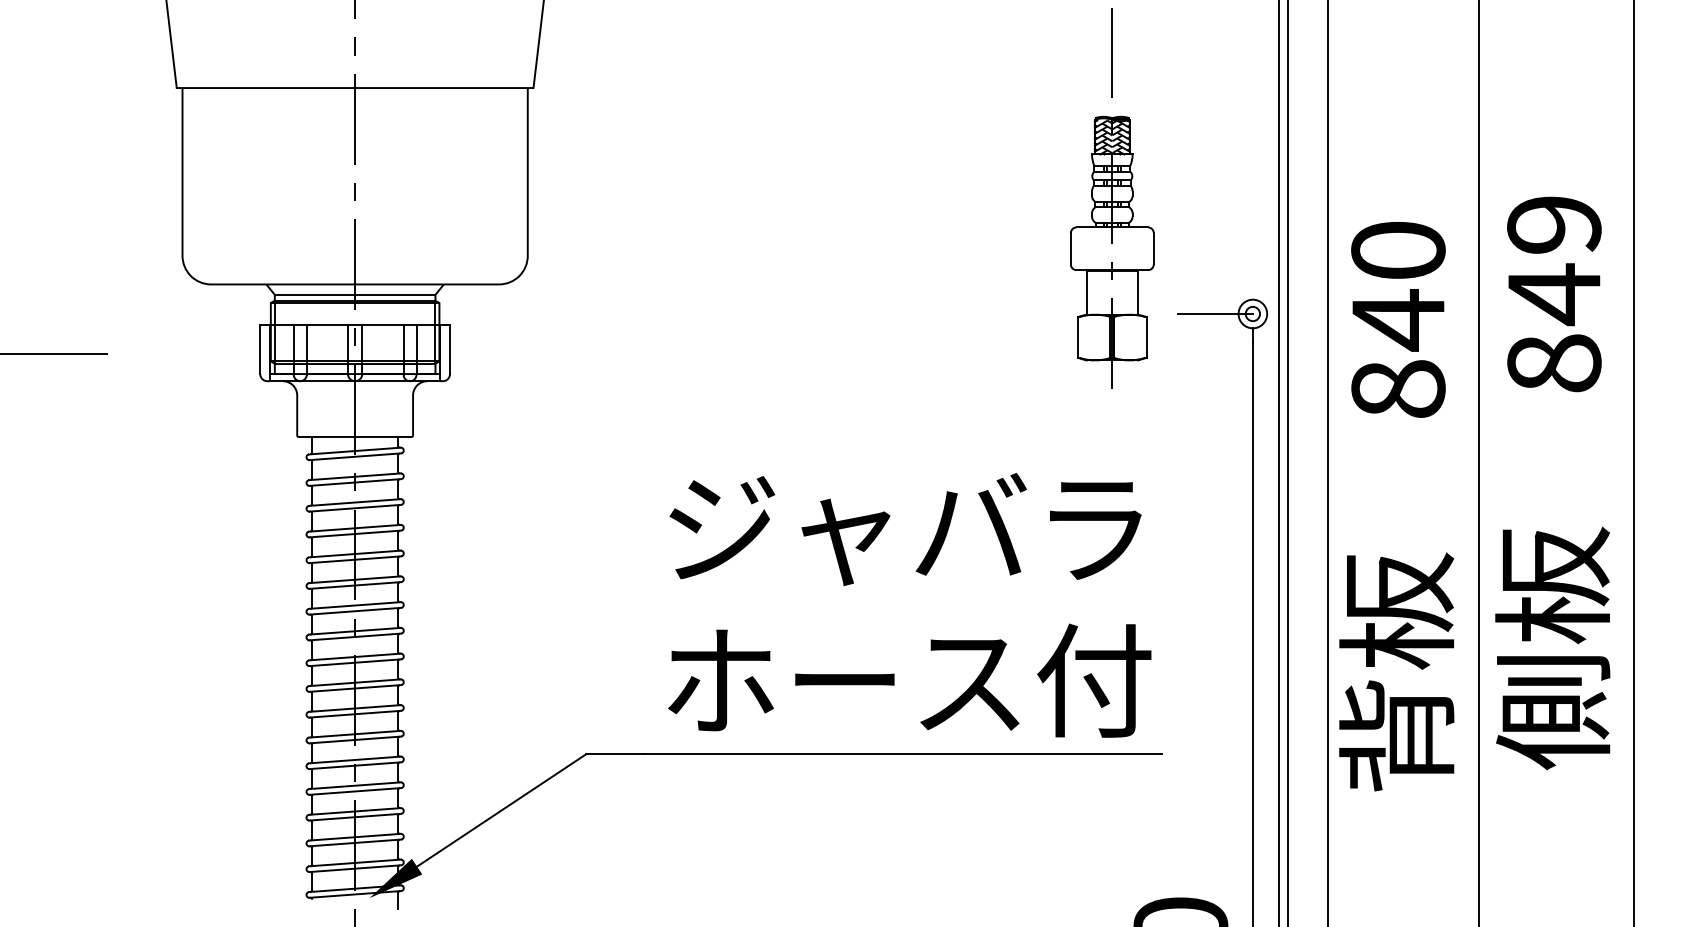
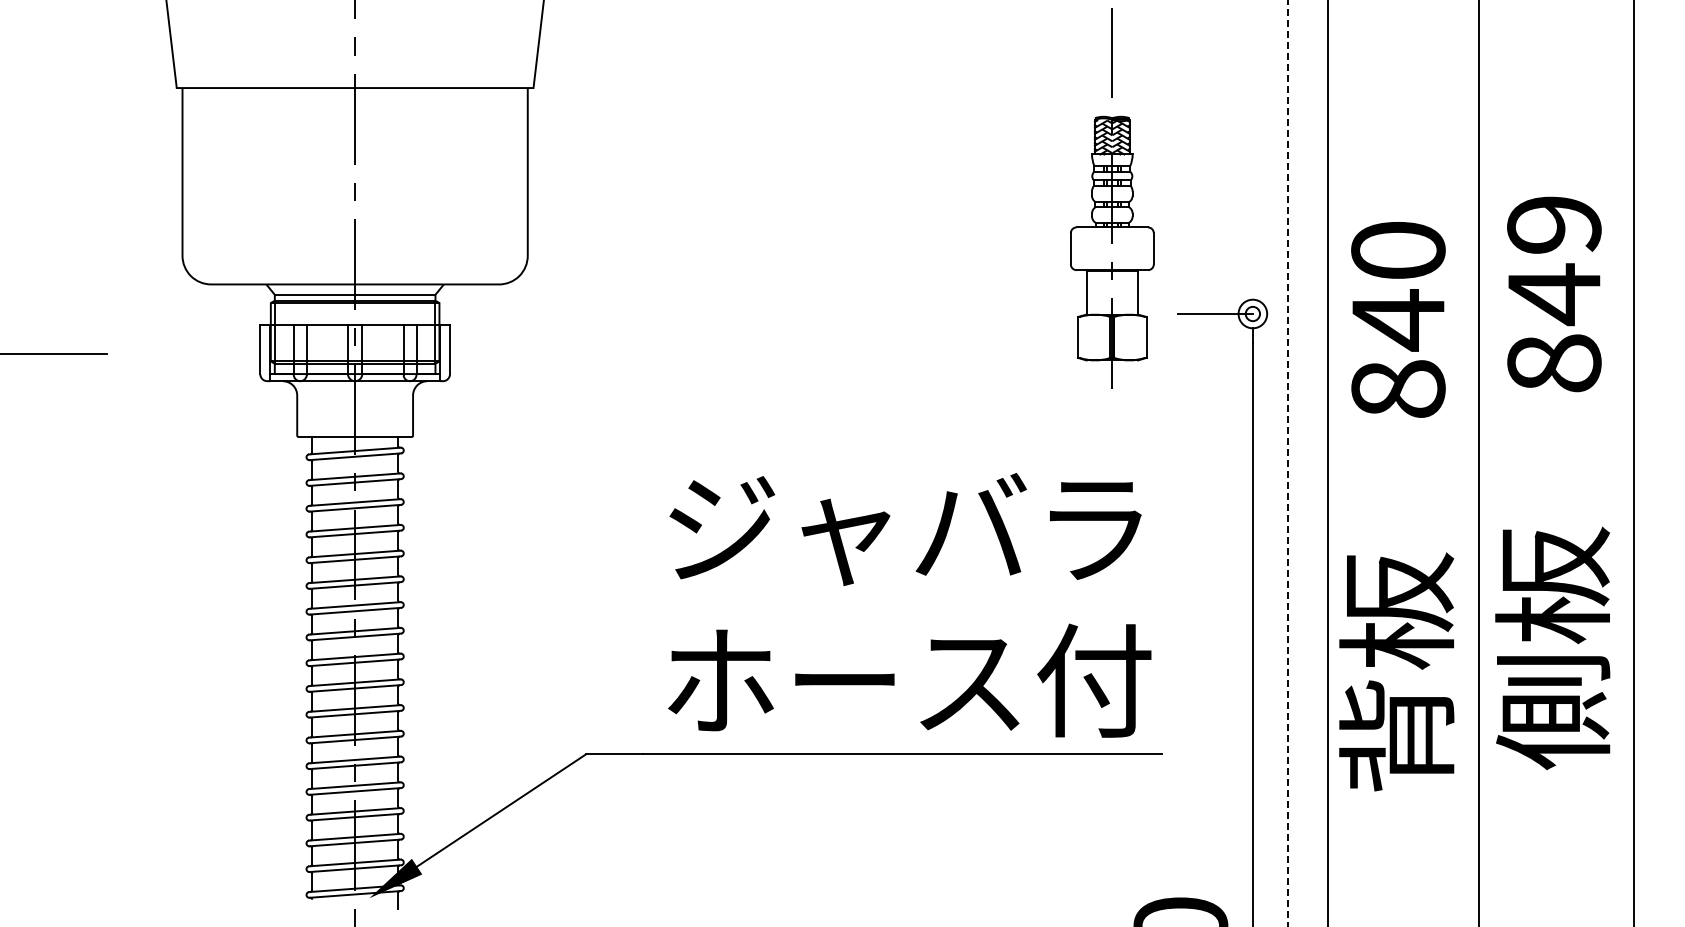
line at (1279, 462): present -> none
line at (1287, 463): solid -> dashed
